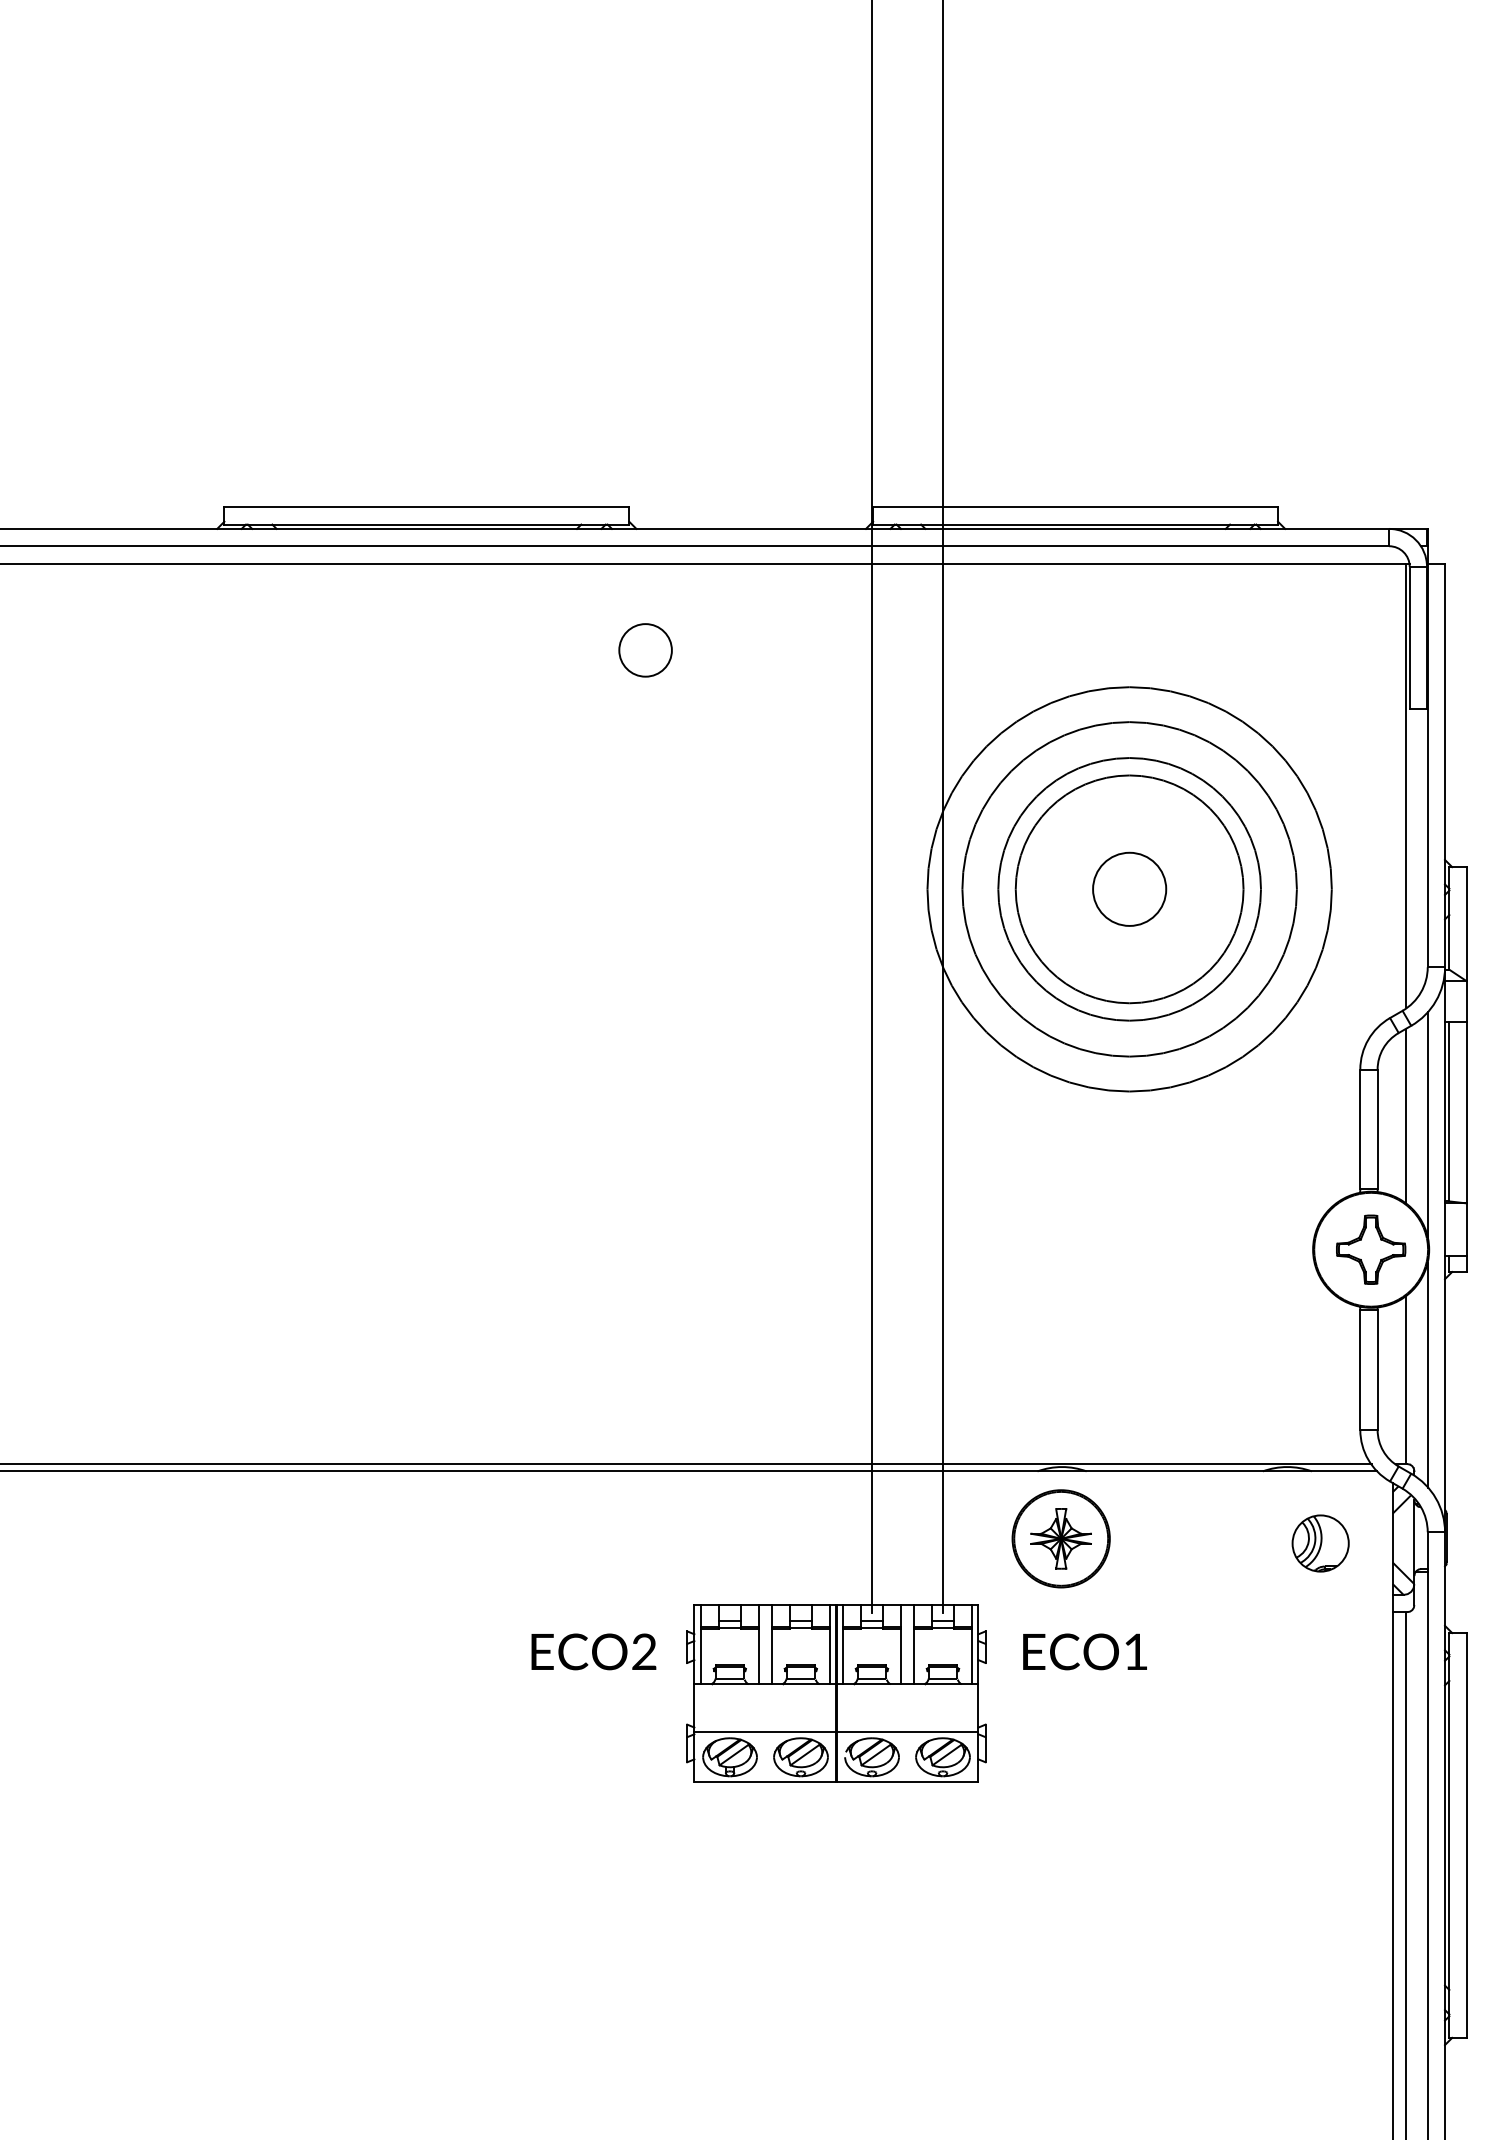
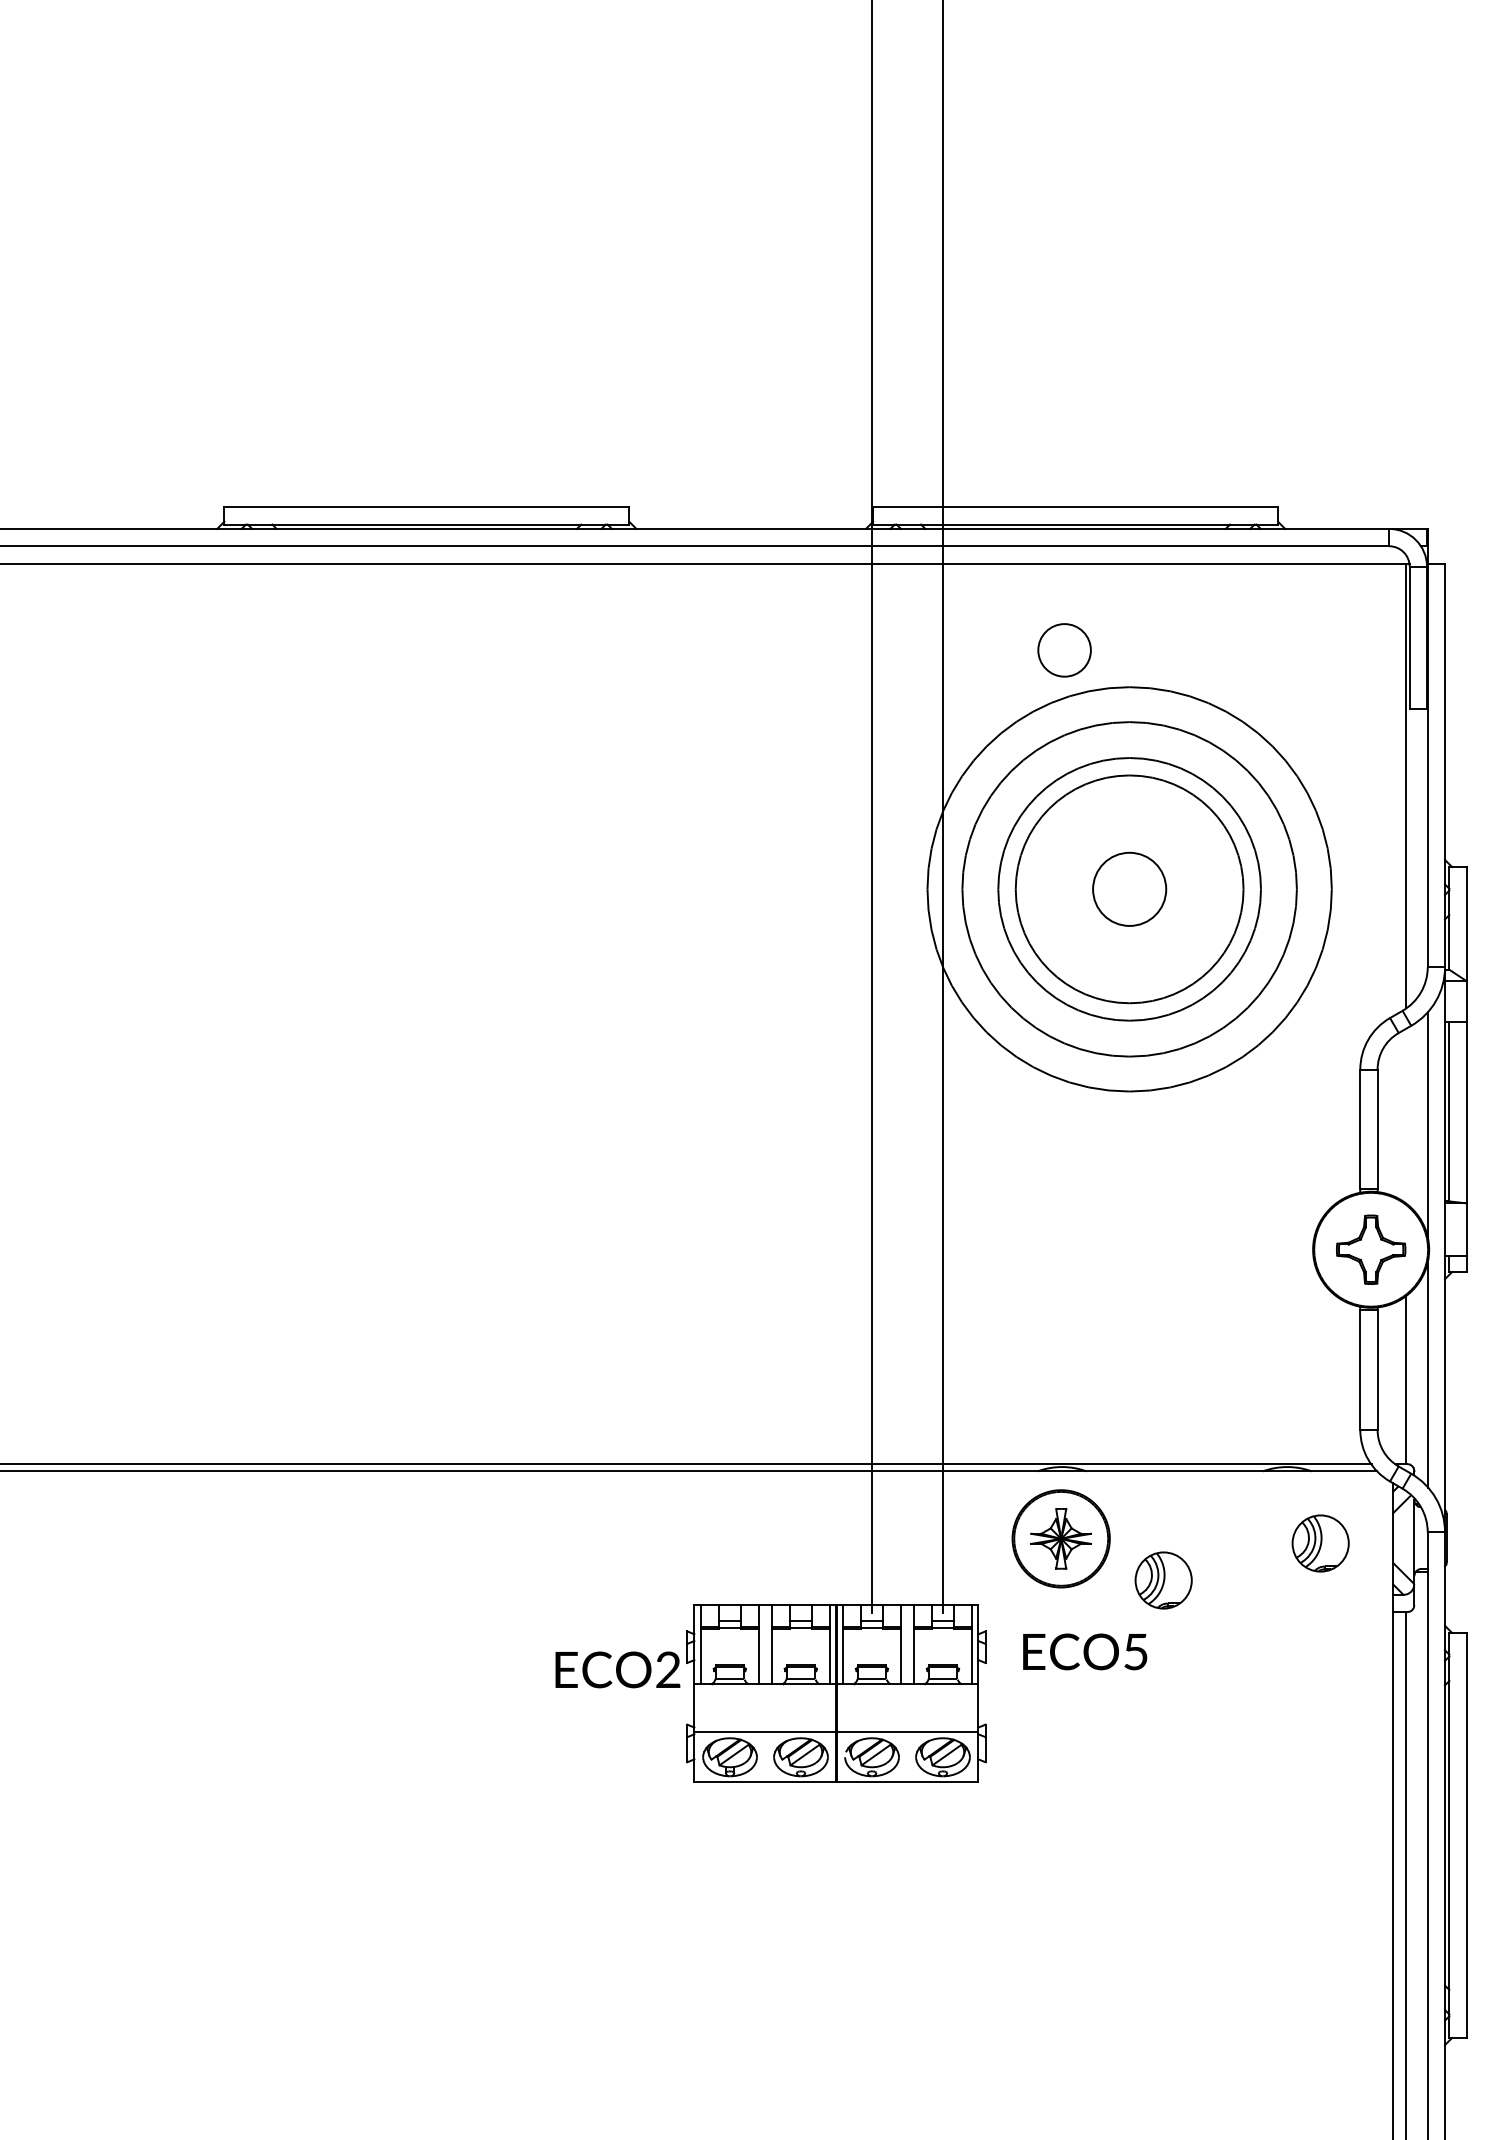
circle at (645, 650) position: (645, 650) -> (1064, 650)
line at (1406, 1115): present -> none
part at (1163, 1580): none -> present
text at (593, 1651) position: (593, 1651) -> (617, 1669)
text at (1135, 1652): ECO1 -> ECO5
